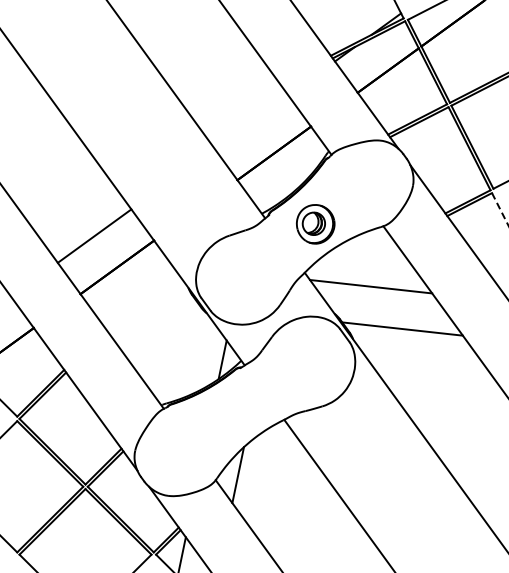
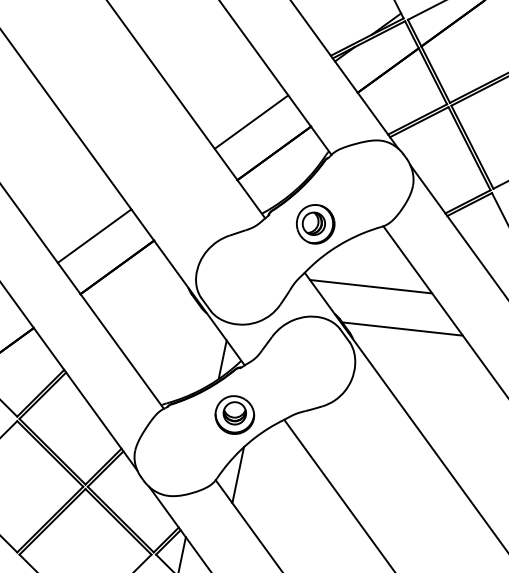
line at (251, 121): none -> present
line at (500, 209): dashed -> solid
part at (234, 414): none -> present
